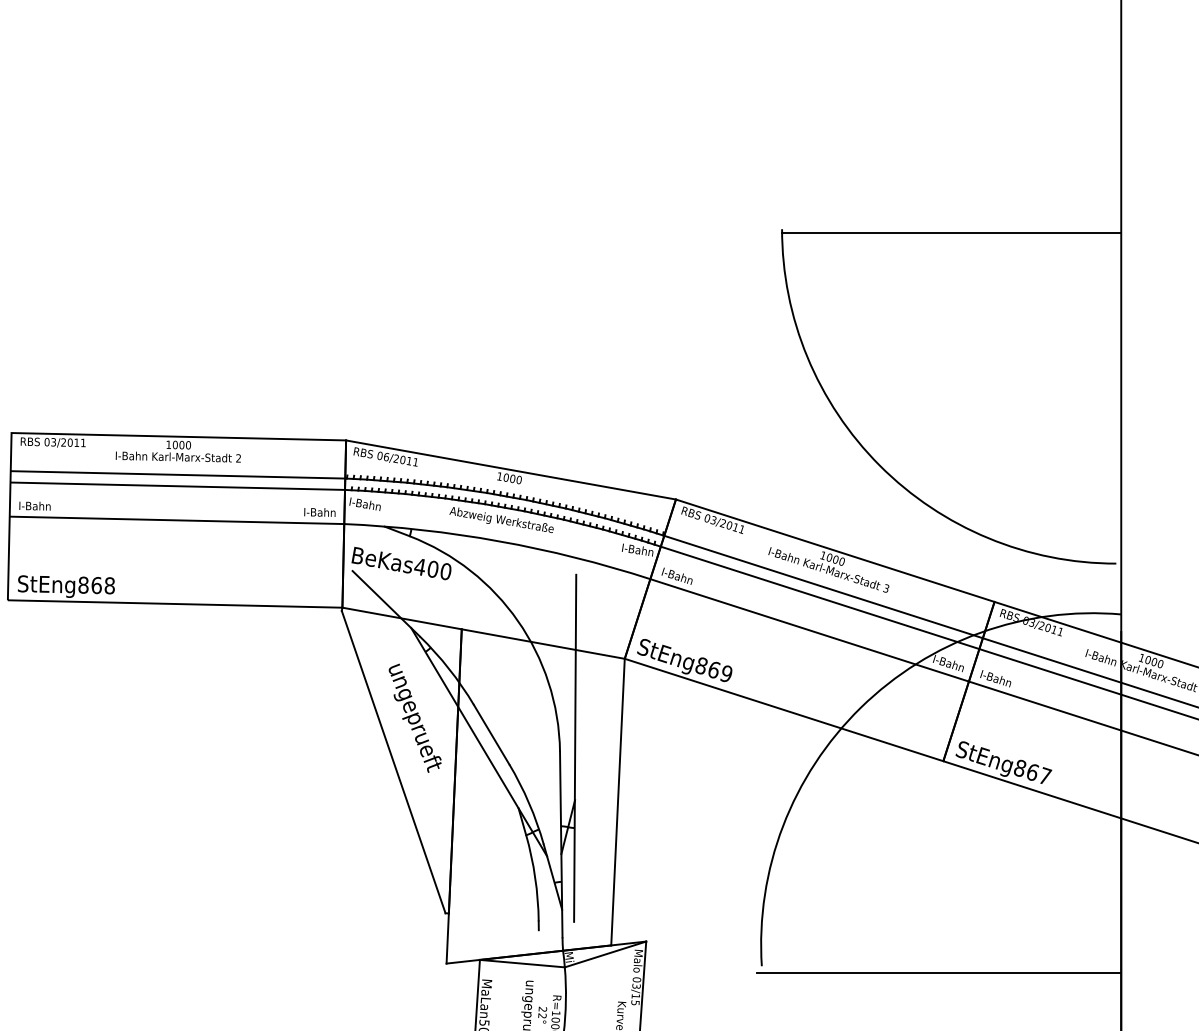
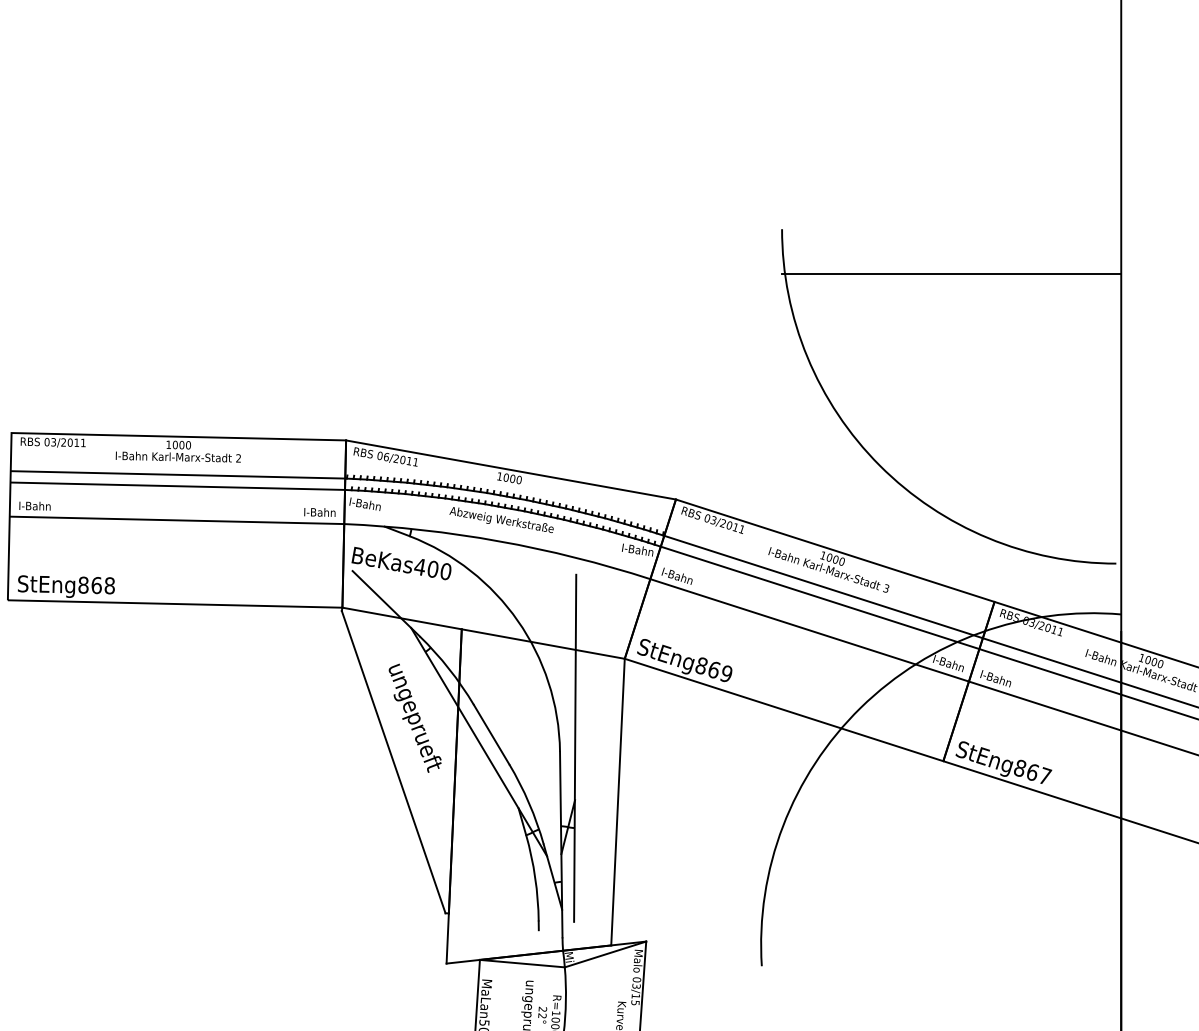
line at (951, 233) position: (951, 233) -> (951, 274)
line at (938, 973): present -> none
